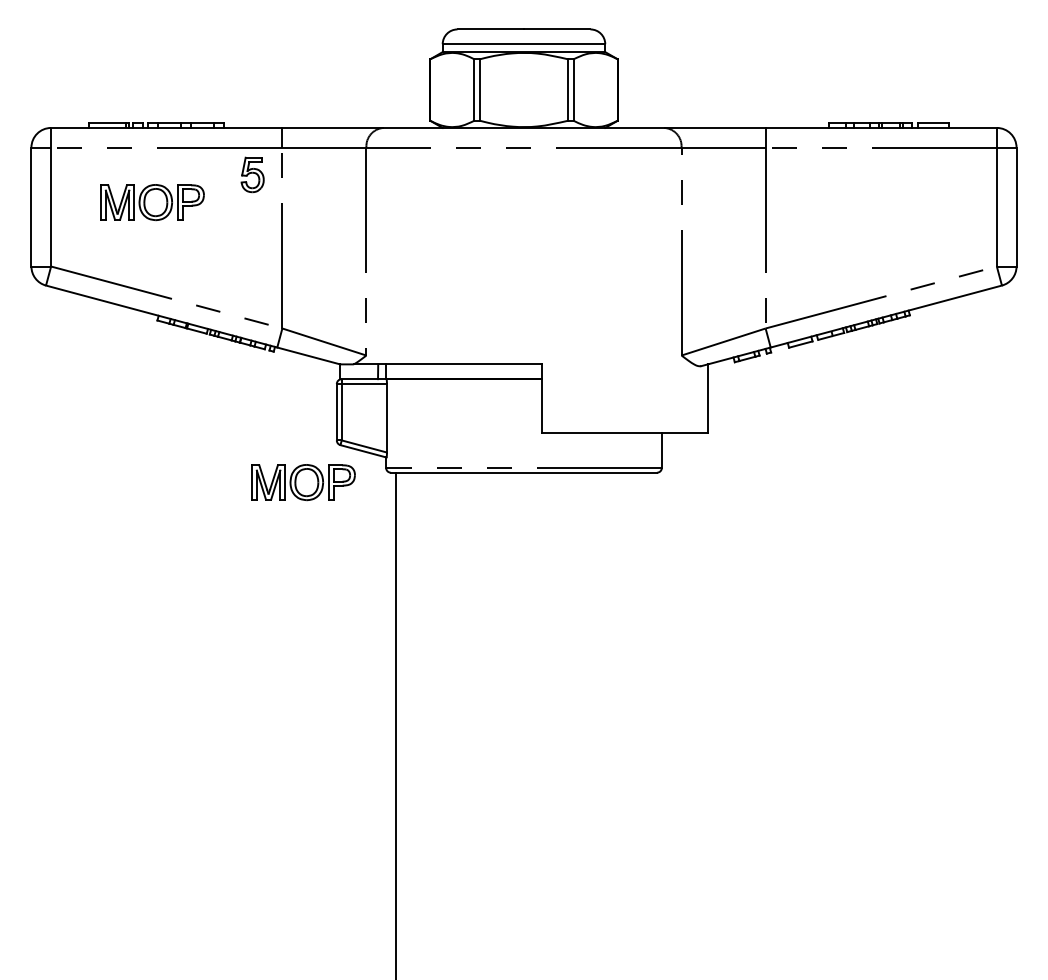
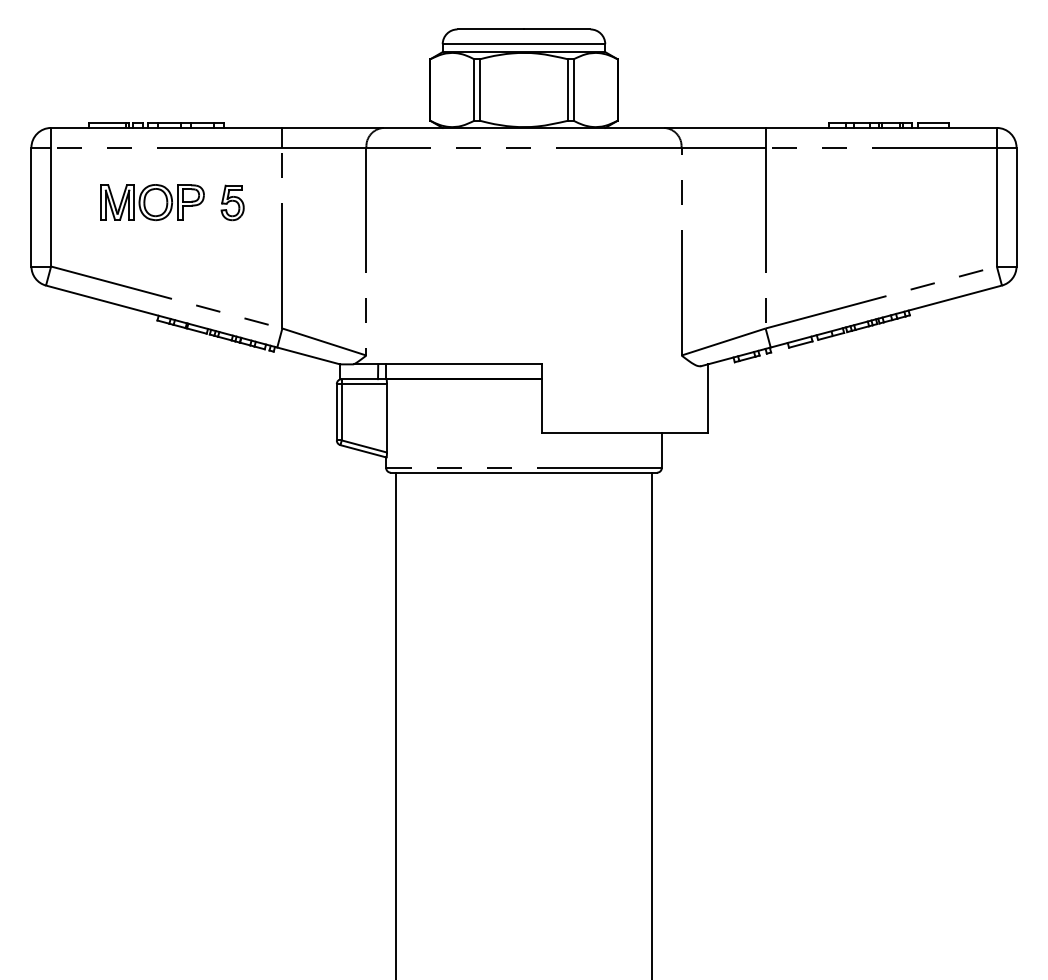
part at (252, 174) position: (252, 174) -> (232, 202)
part at (303, 482): present -> none
line at (652, 724): none -> present
